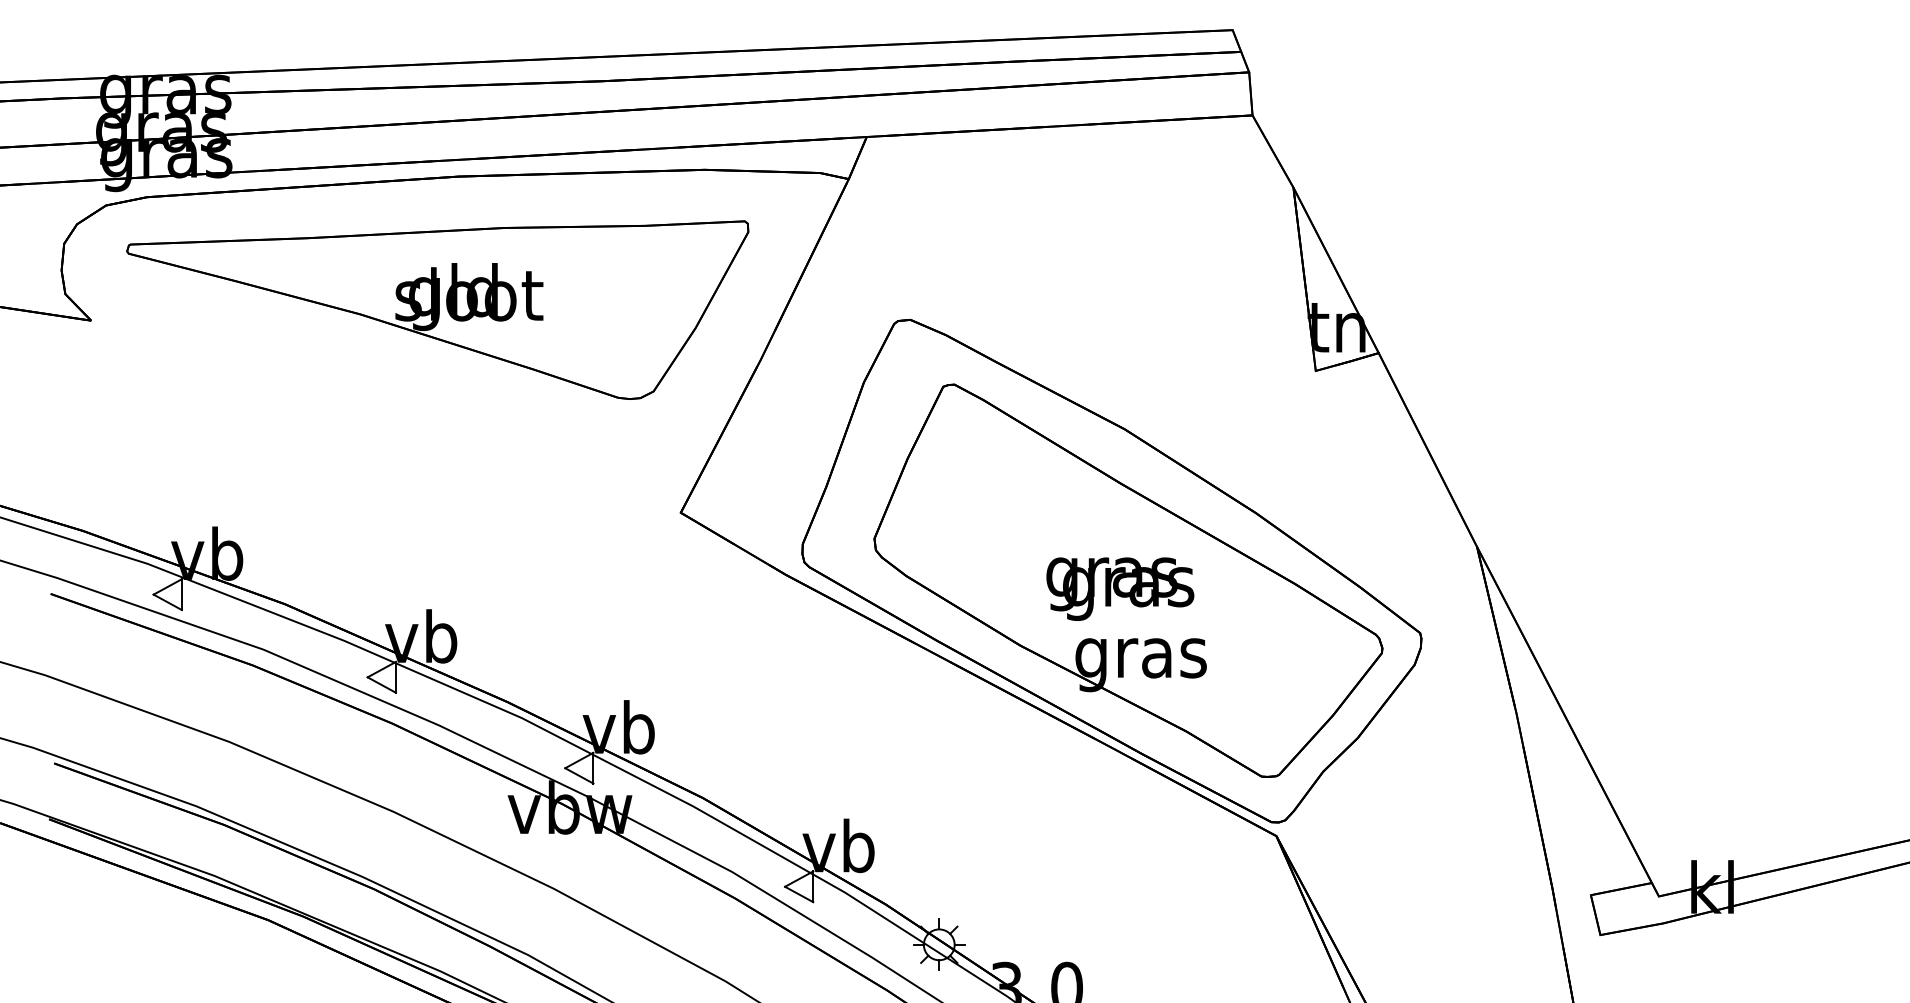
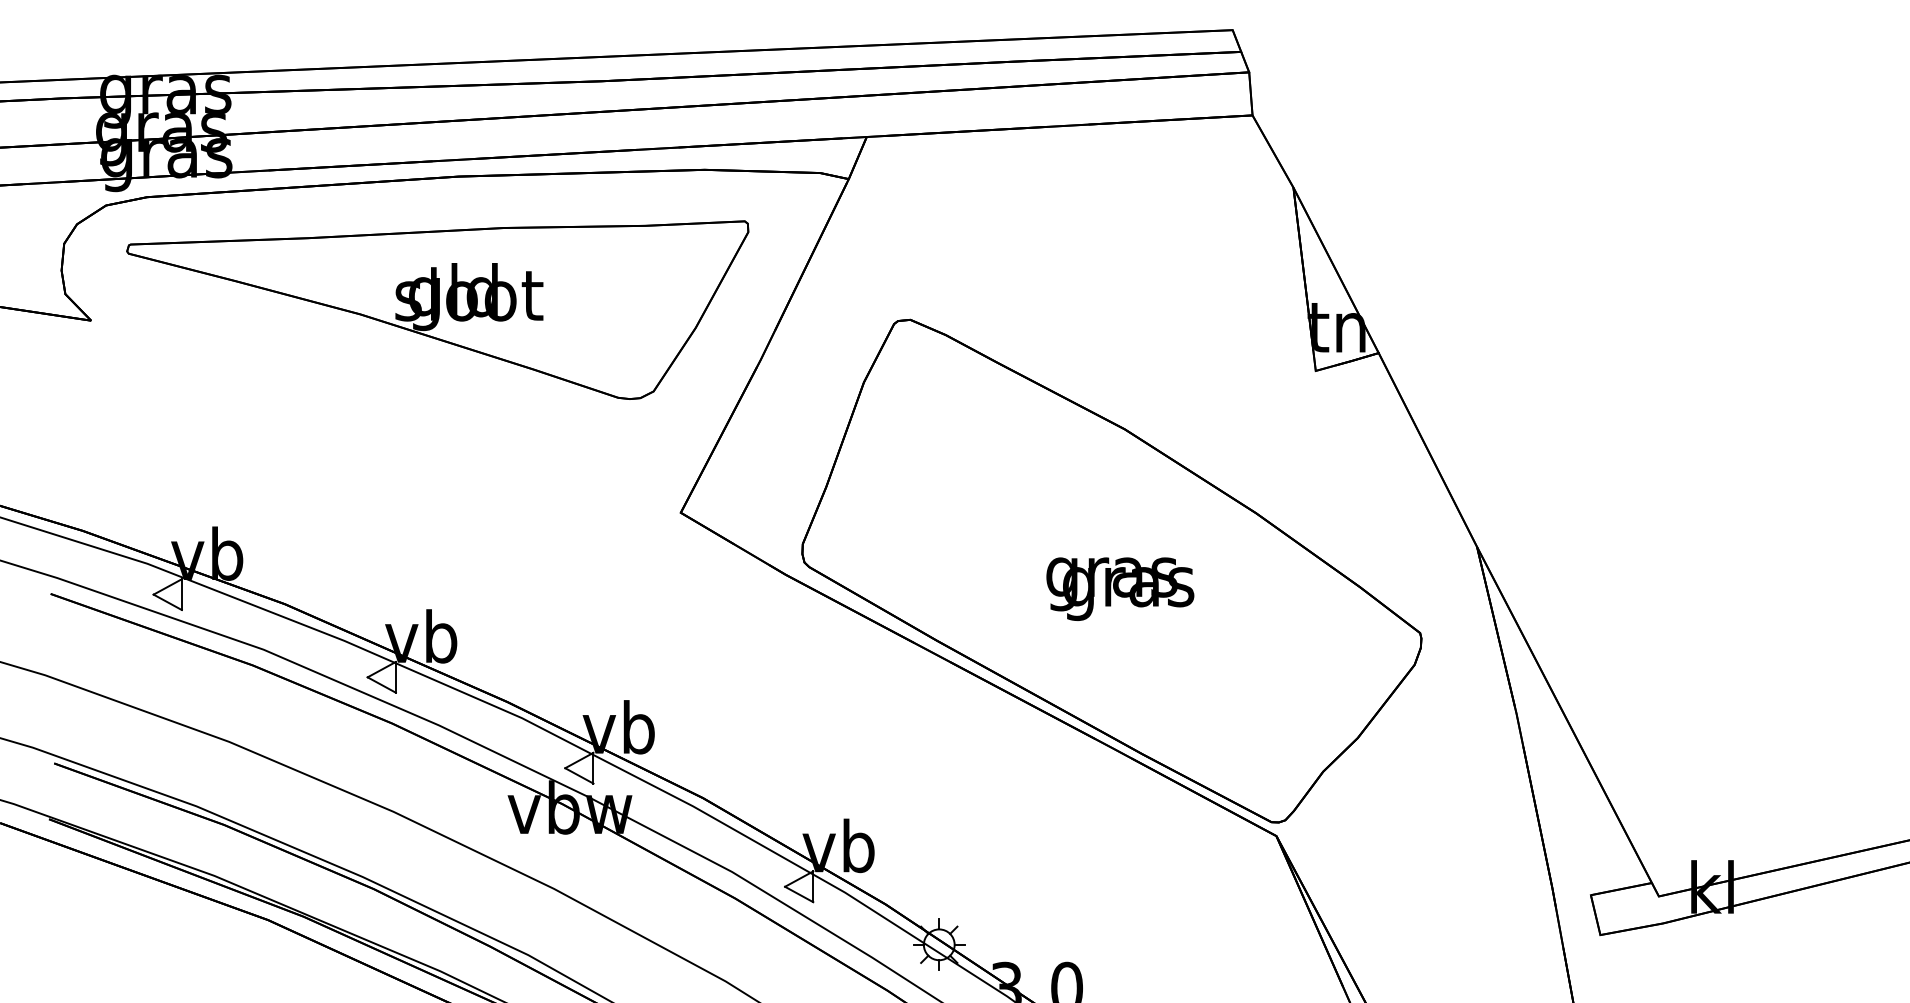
part at (1128, 580): present -> none
